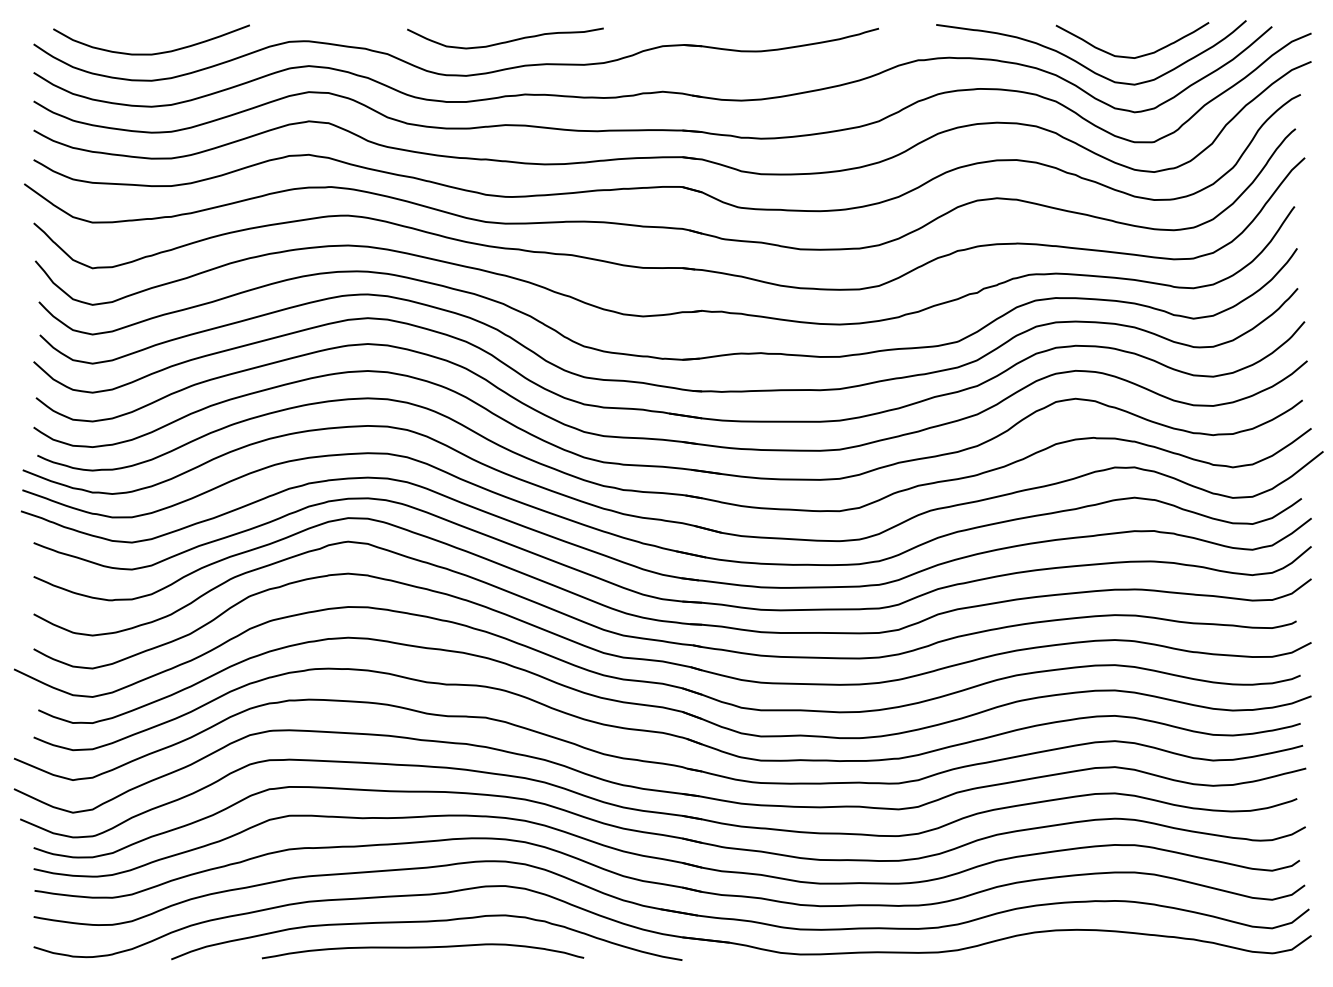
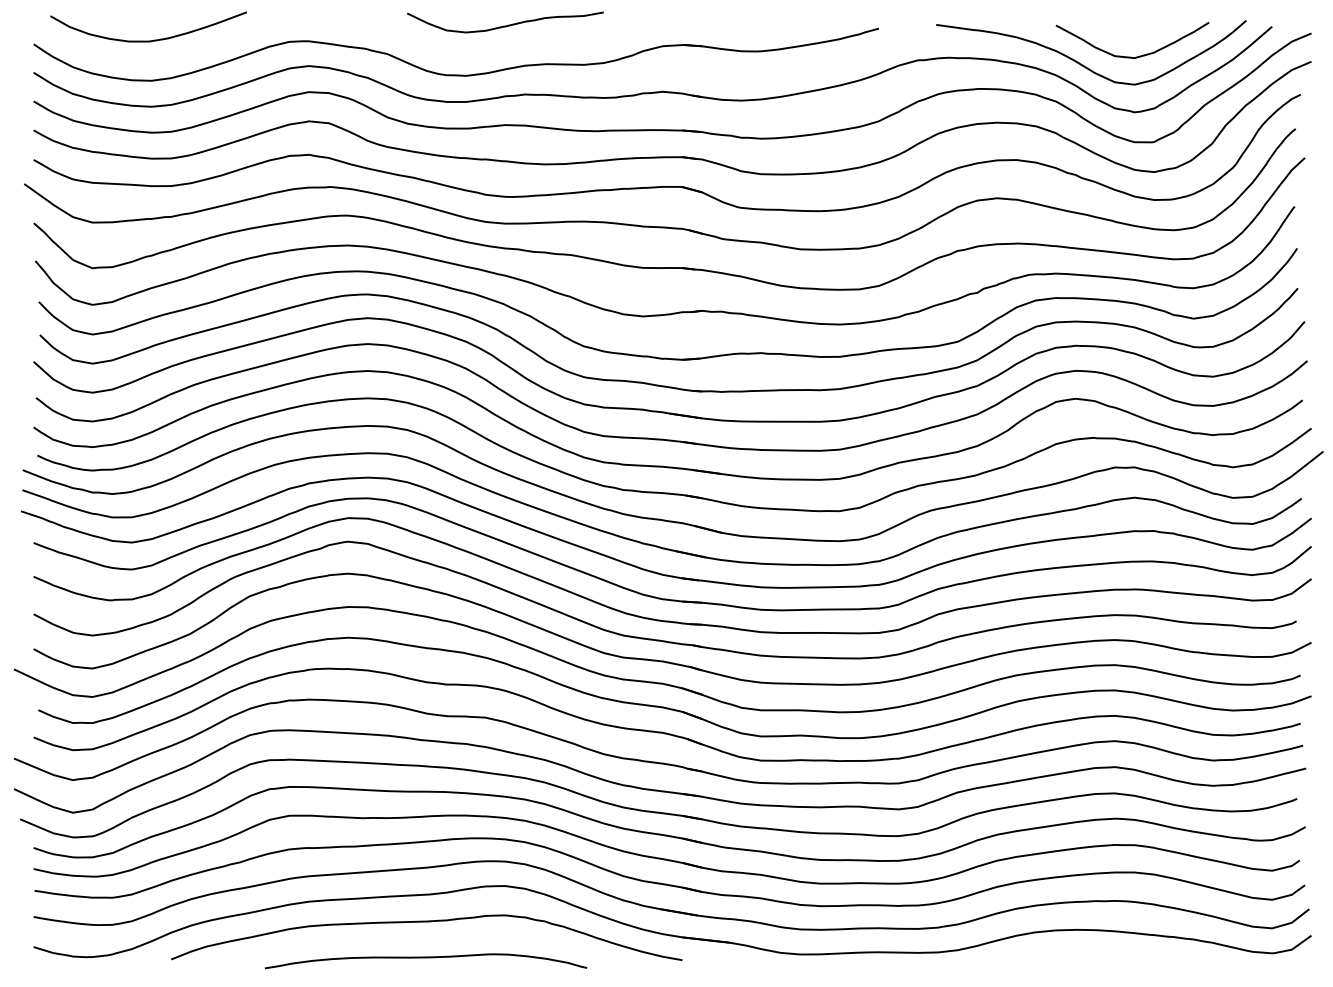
curve at (505, 41) position: (505, 41) -> (505, 25)
curve at (151, 53) position: (151, 53) -> (148, 40)
curve at (422, 948) position: (422, 948) -> (425, 958)
